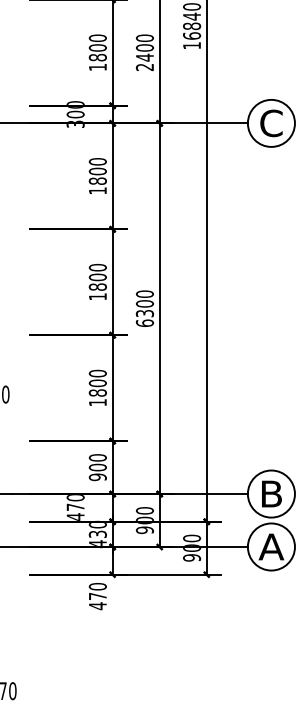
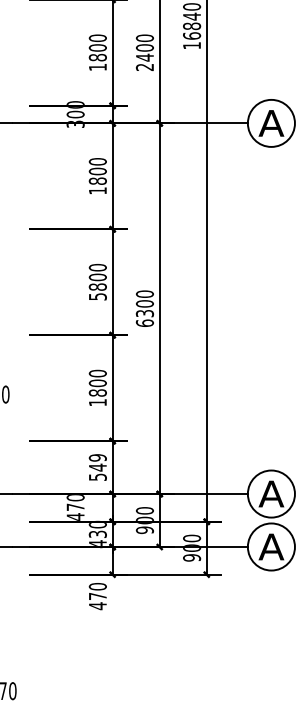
text at (271, 123): C -> A
text at (97, 296): 1800 -> 5800
text at (97, 467): 900 -> 549
text at (271, 493): B -> A
